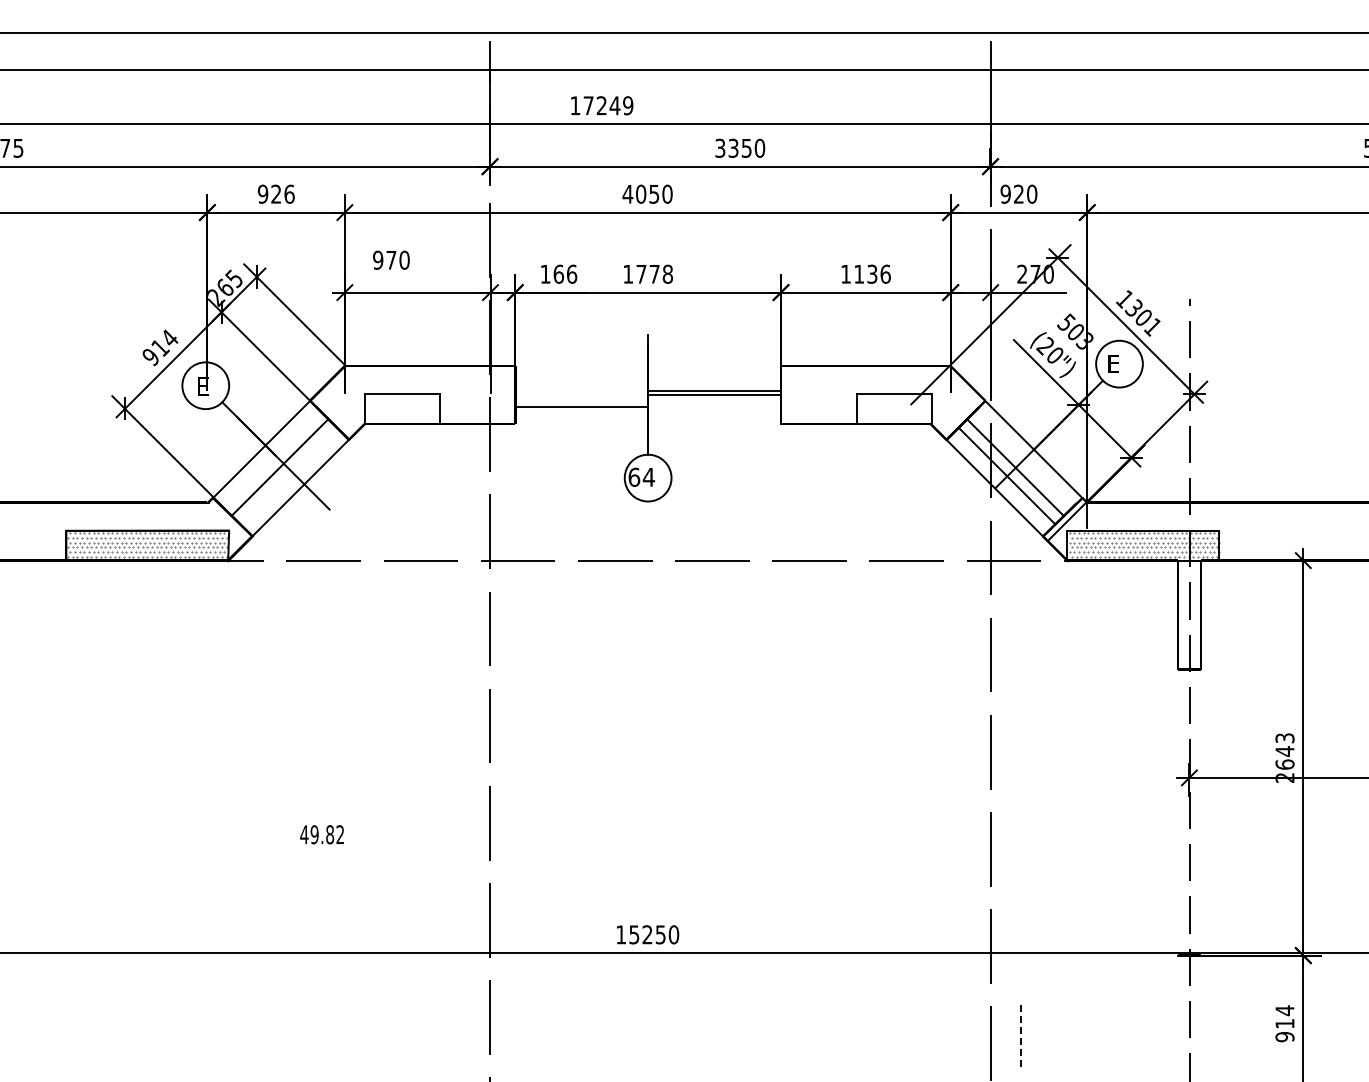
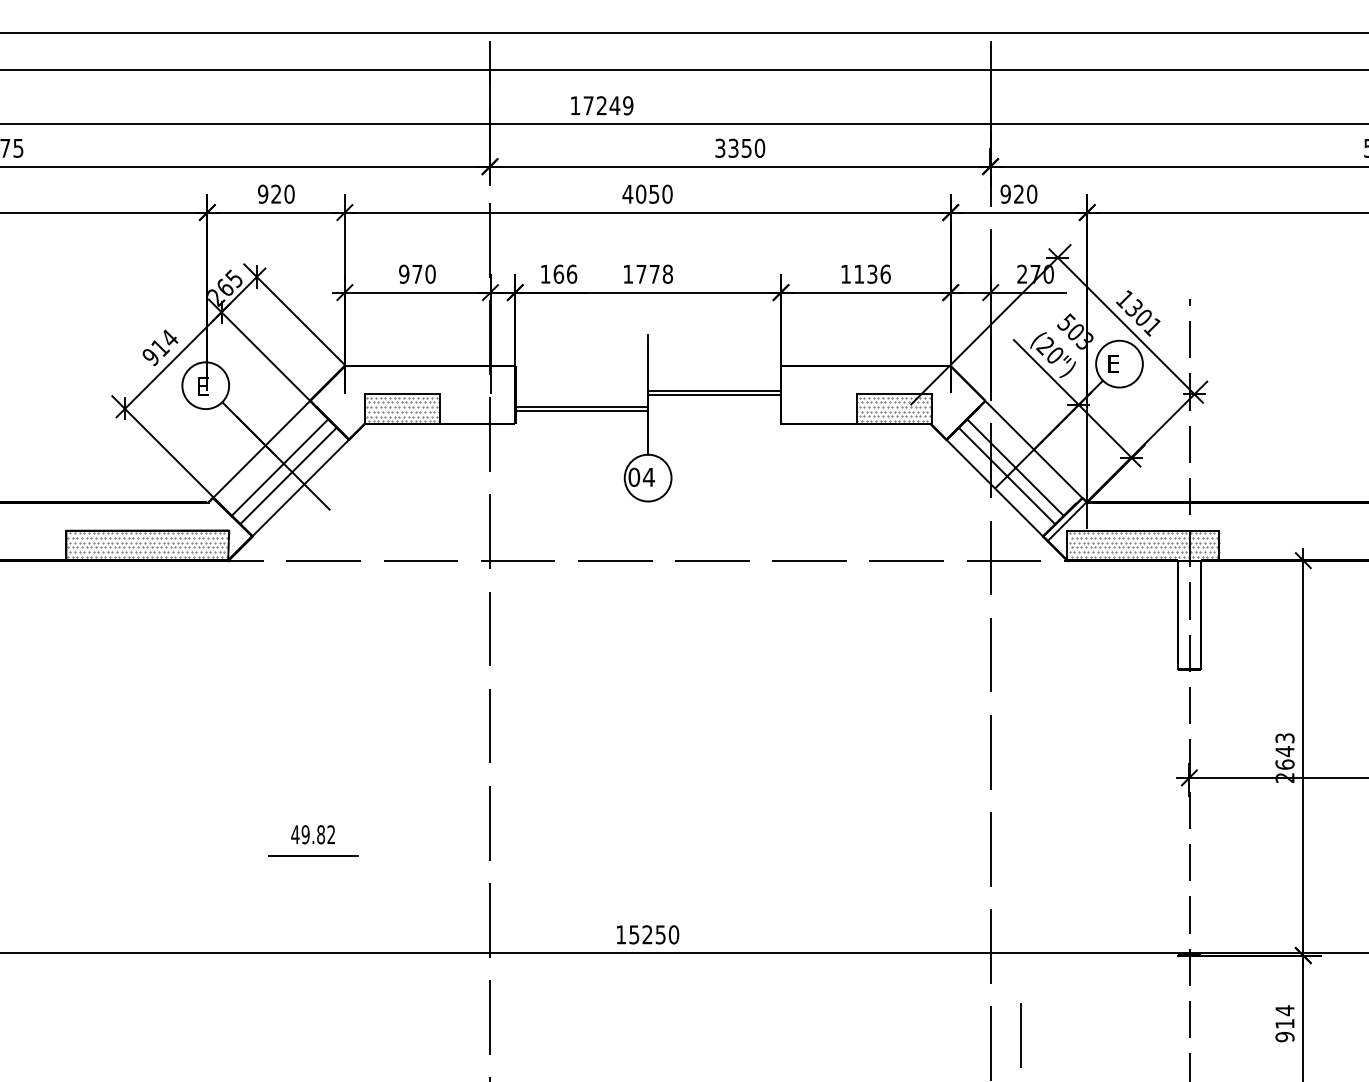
text at (289, 193): 926 -> 920
text at (391, 259) position: (391, 259) -> (417, 273)
hatch at (402, 409): none -> present
hatch at (893, 409): none -> present
line at (581, 410): none -> present
line at (288, 475): none -> present
text at (634, 476): 64 -> 04
text at (321, 834) position: (321, 834) -> (312, 834)
line at (313, 855): none -> present
line at (1021, 1035): dashed -> solid
